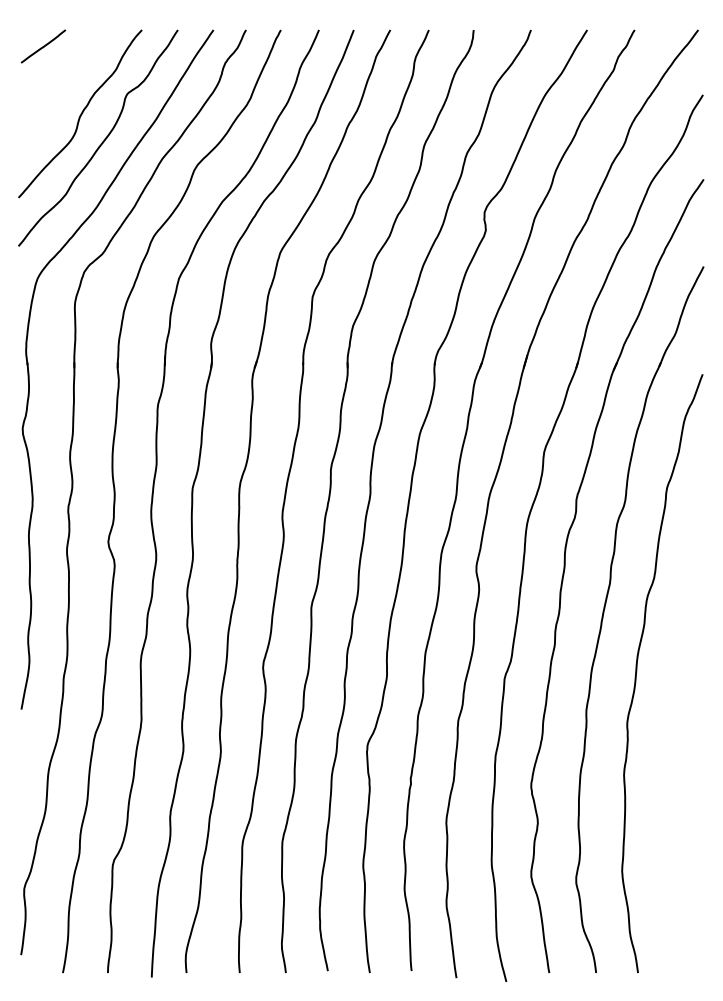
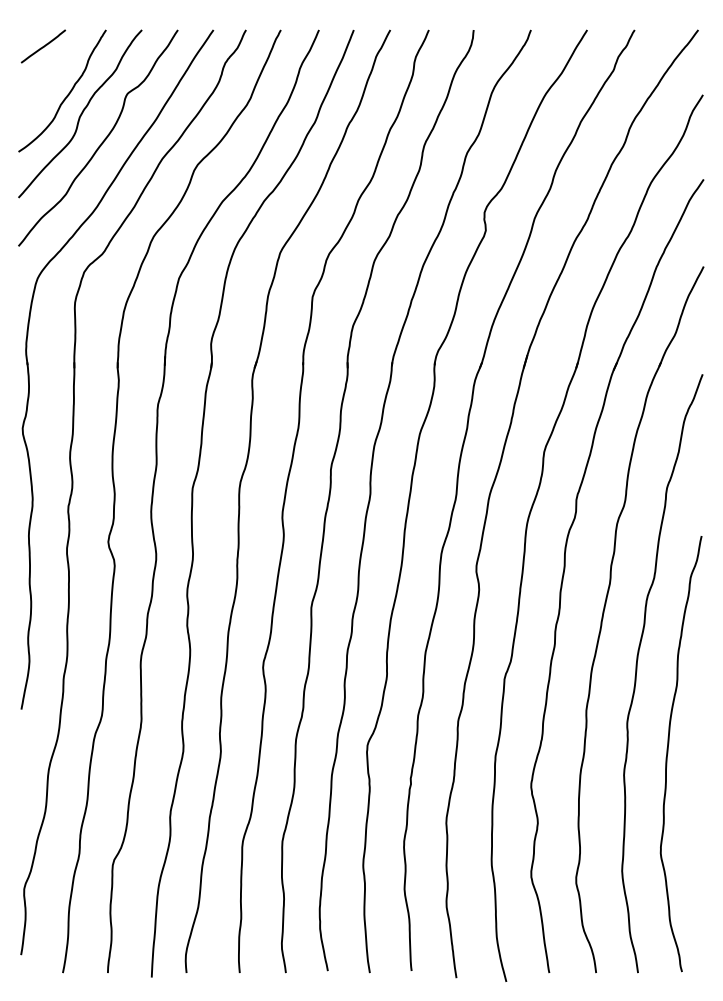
curve at (67, 94): none -> present
curve at (668, 753): none -> present
